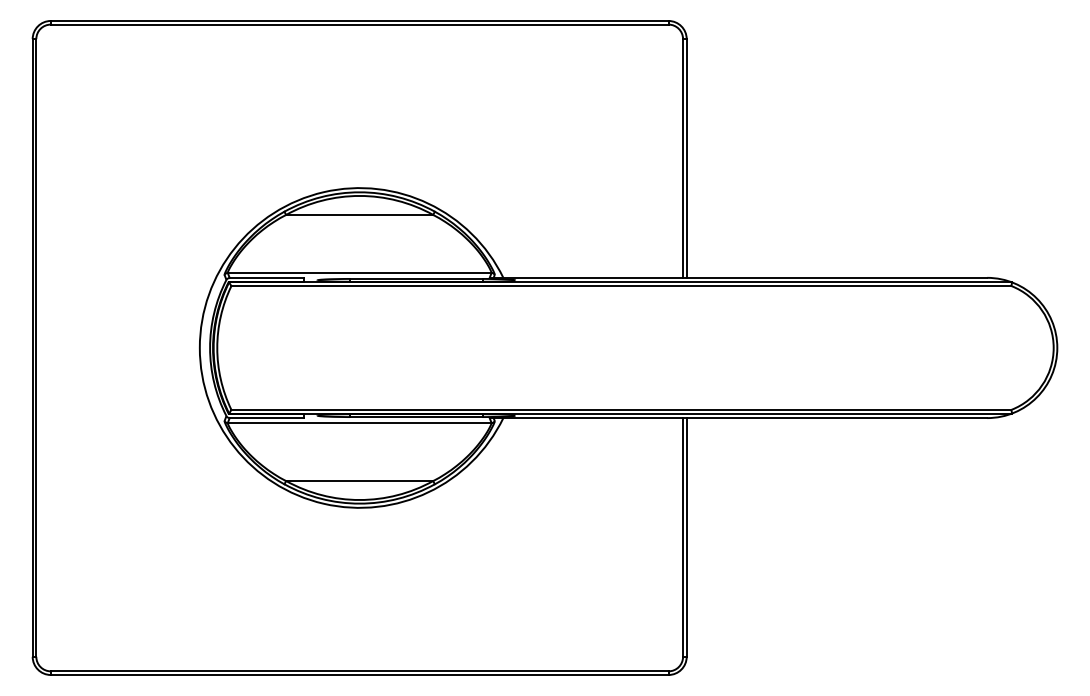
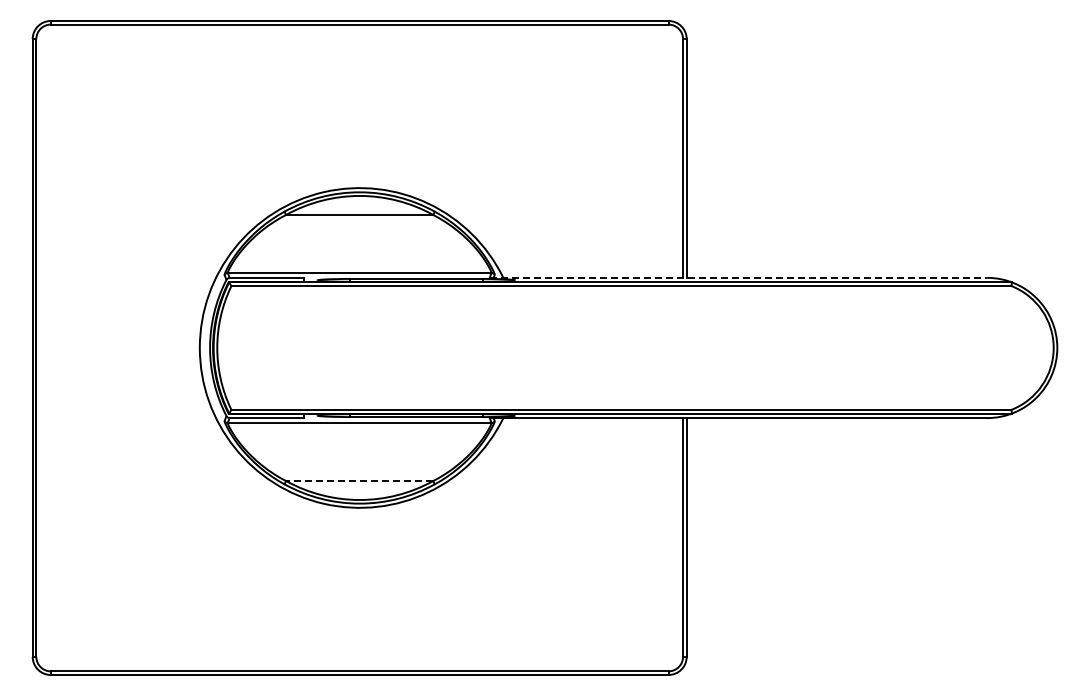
line at (738, 277): solid -> dashed
line at (359, 481): solid -> dashed
